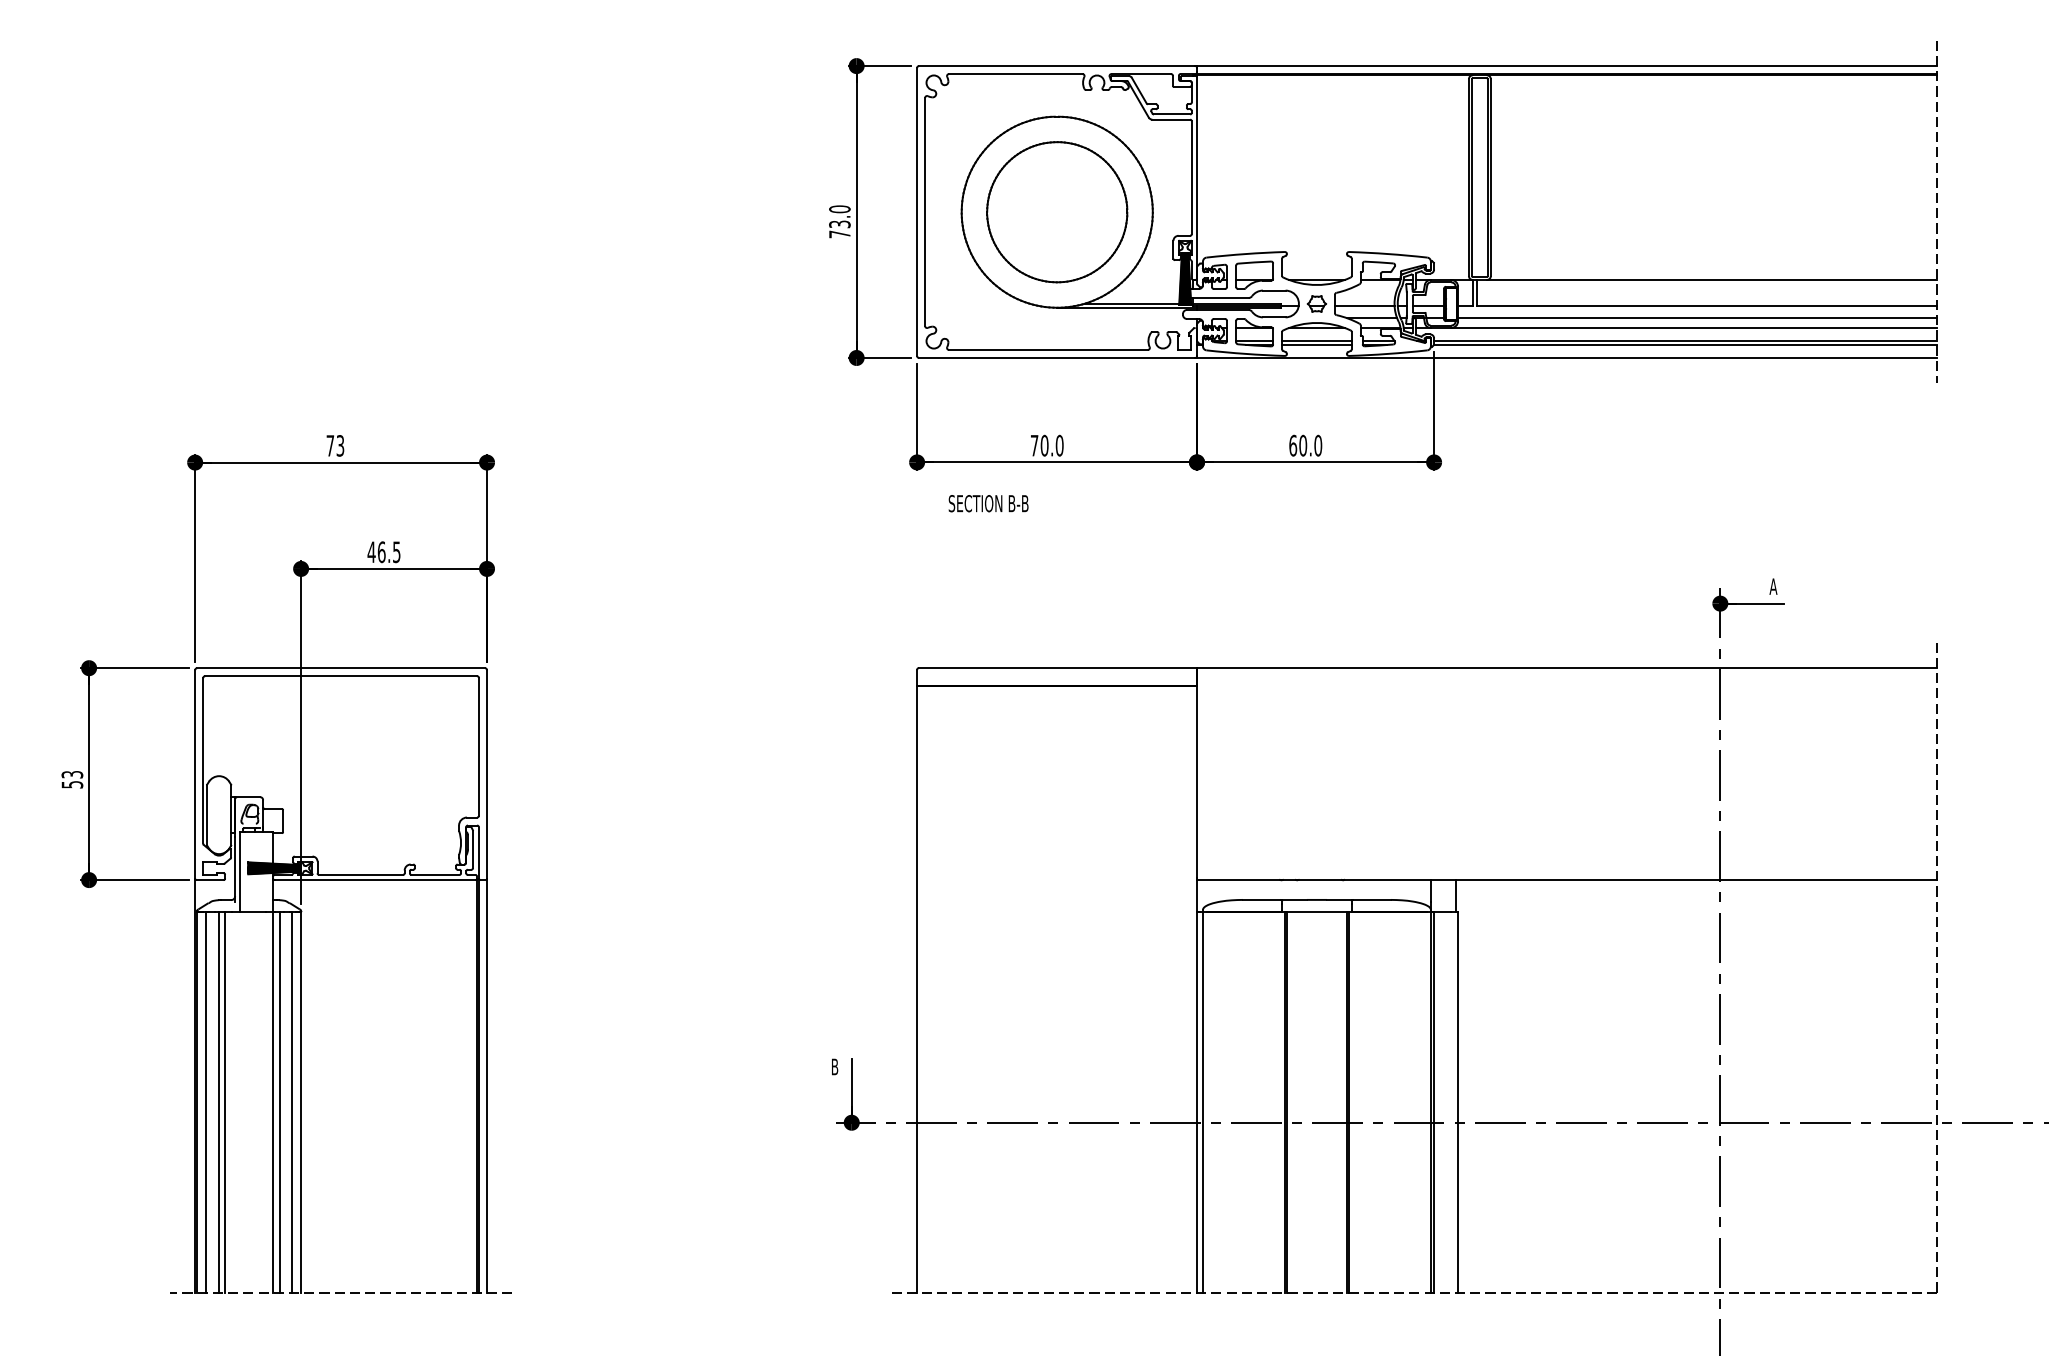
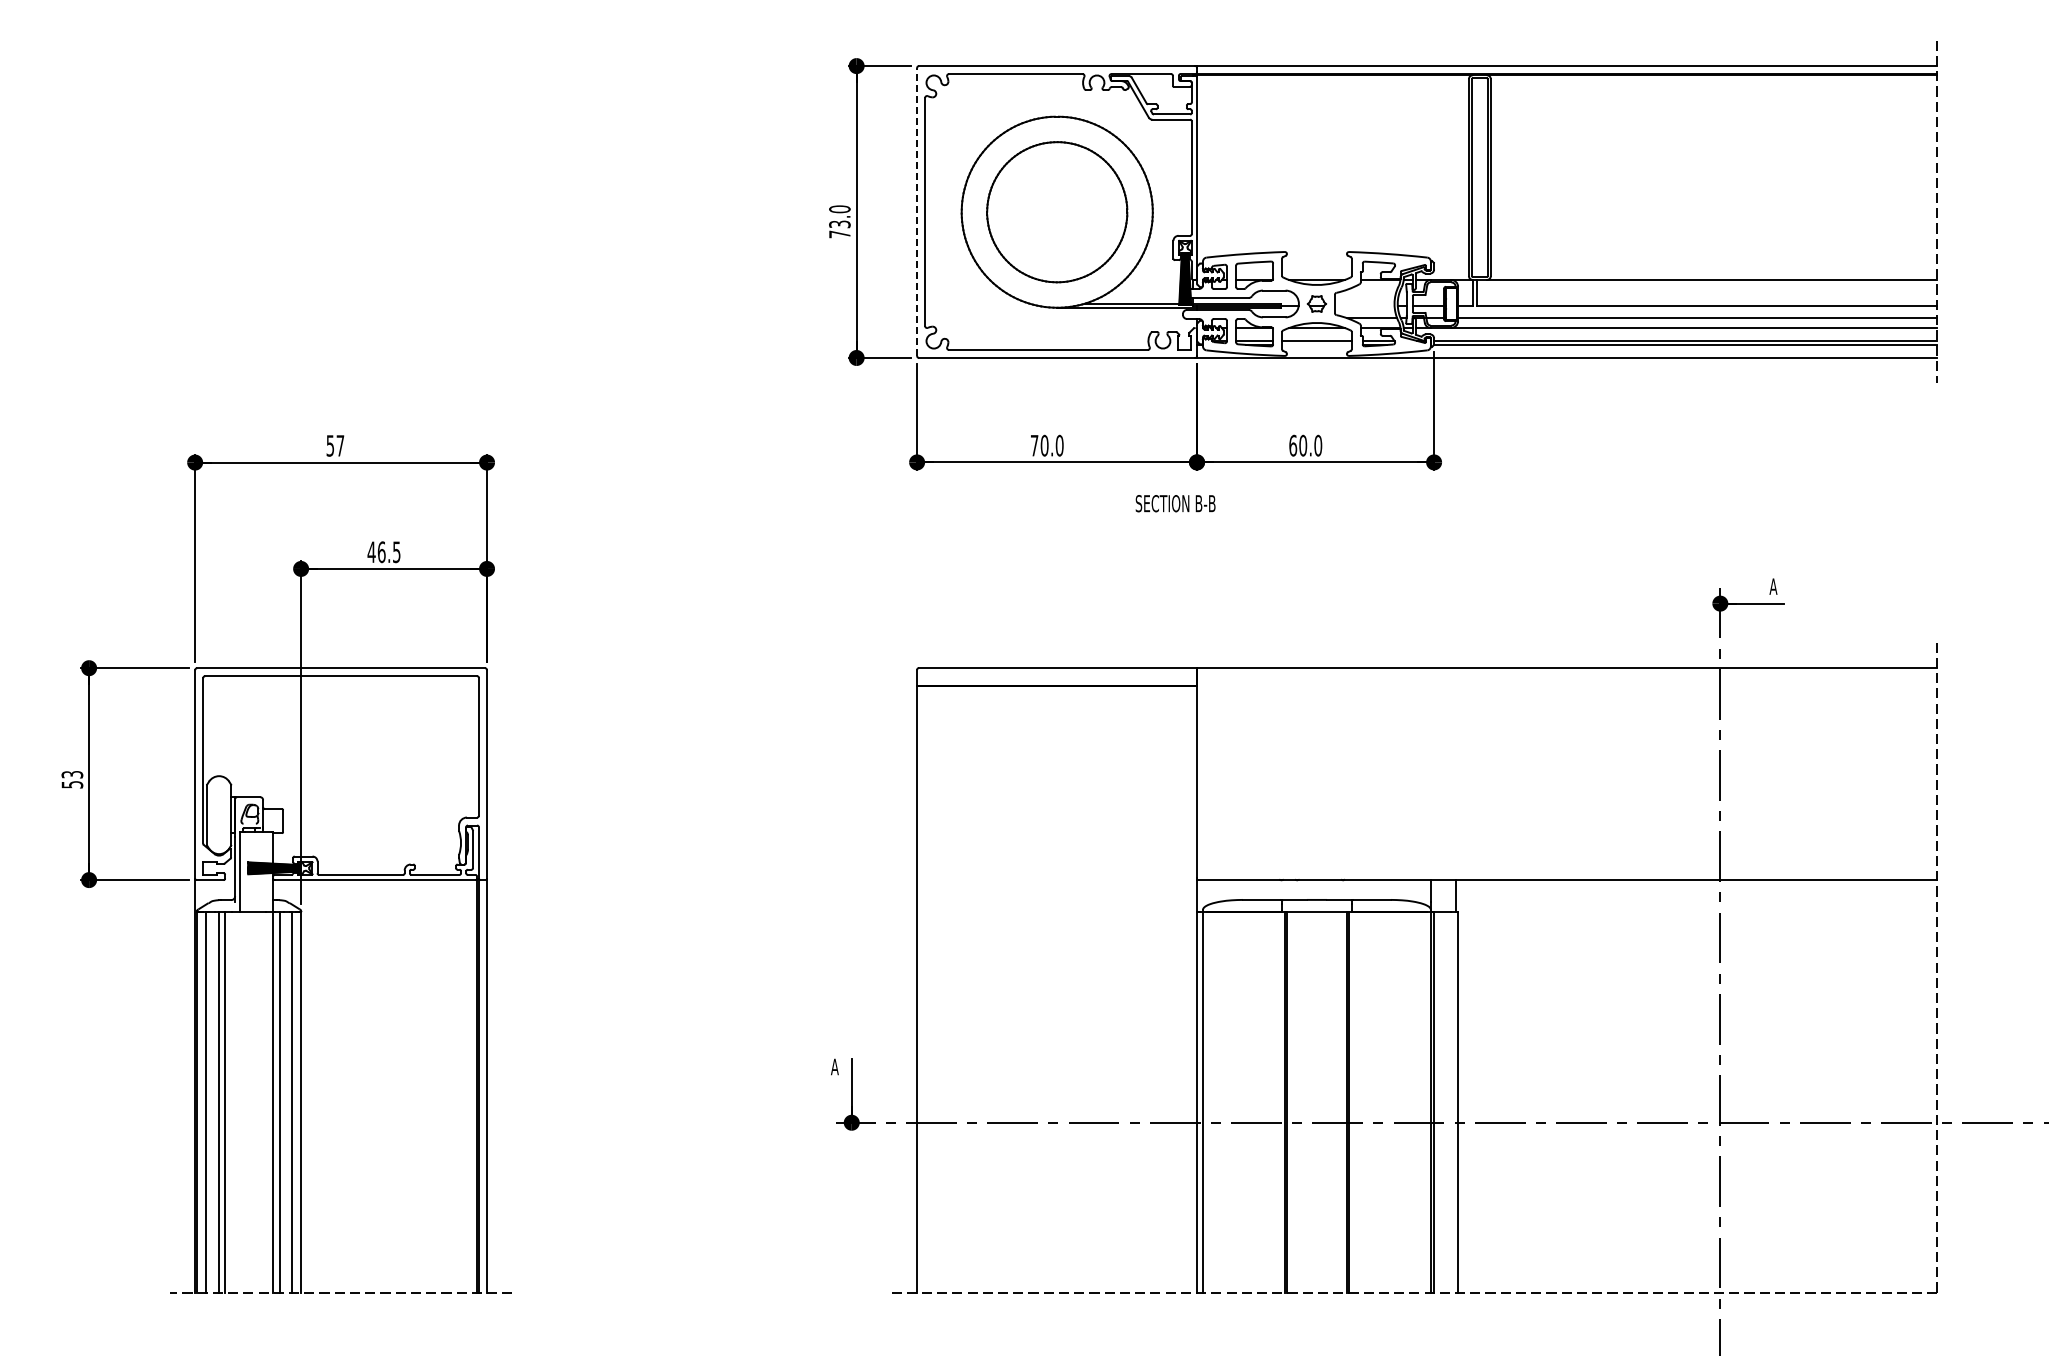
line at (917, 212): solid -> dashed
line at (1364, 305): present -> none
line at (1316, 344): present -> none
text at (335, 445): 73 -> 57
text at (988, 503) position: (988, 503) -> (1175, 503)
text at (834, 1066): B -> A
